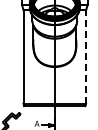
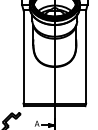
line at (86, 56): dashed -> solid
